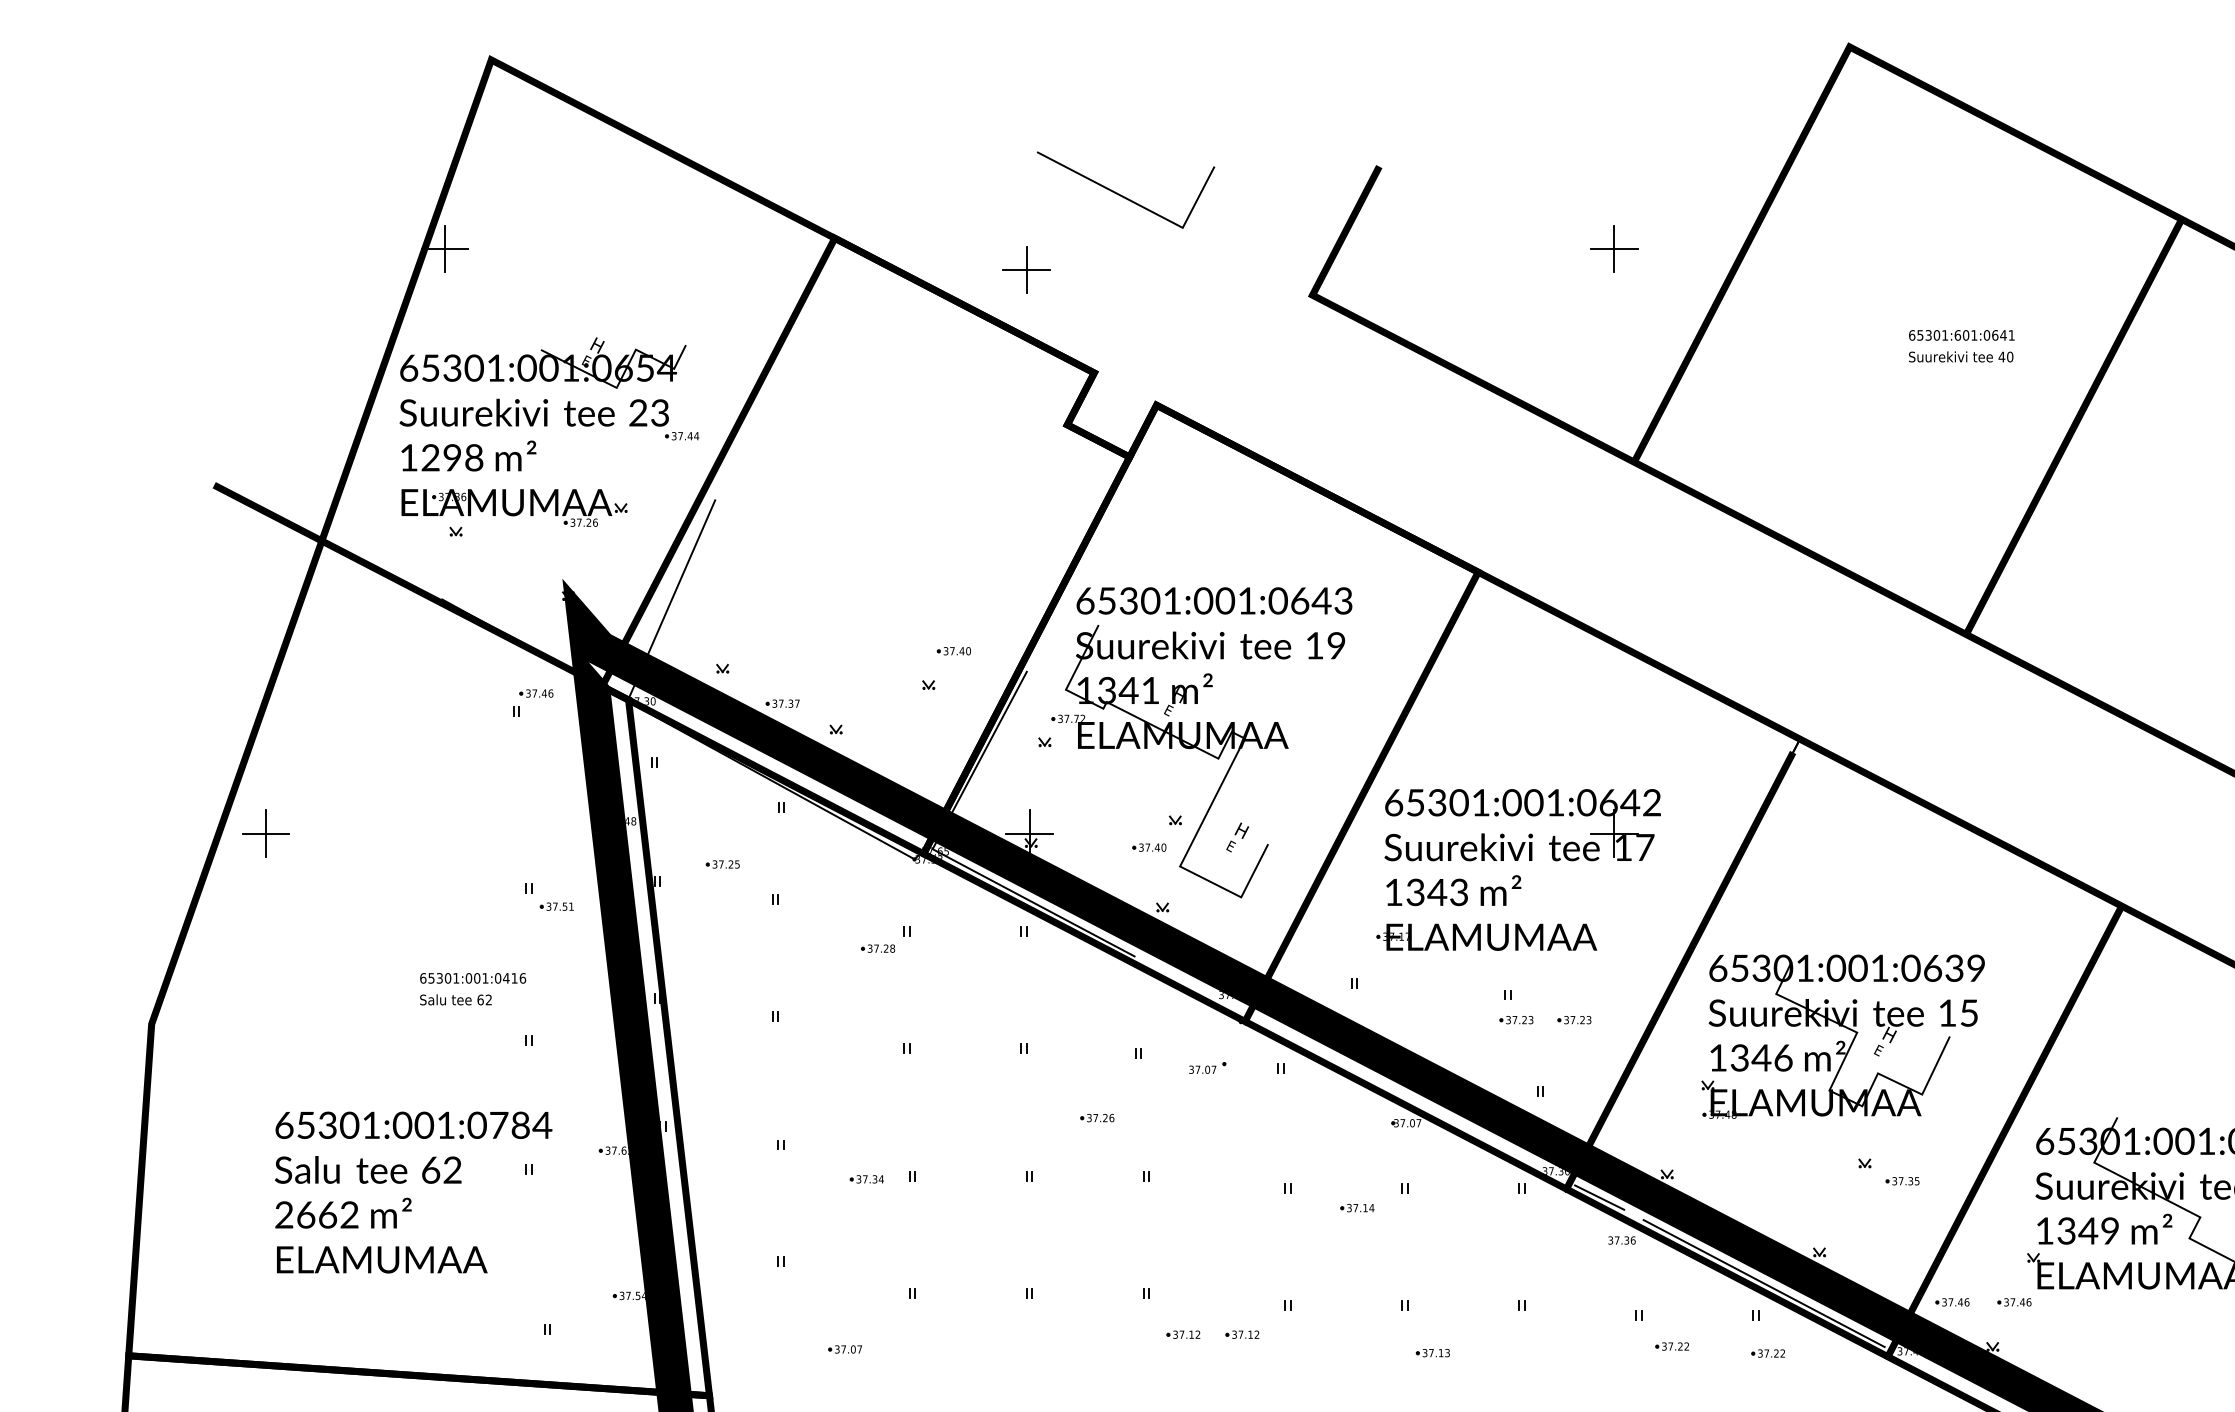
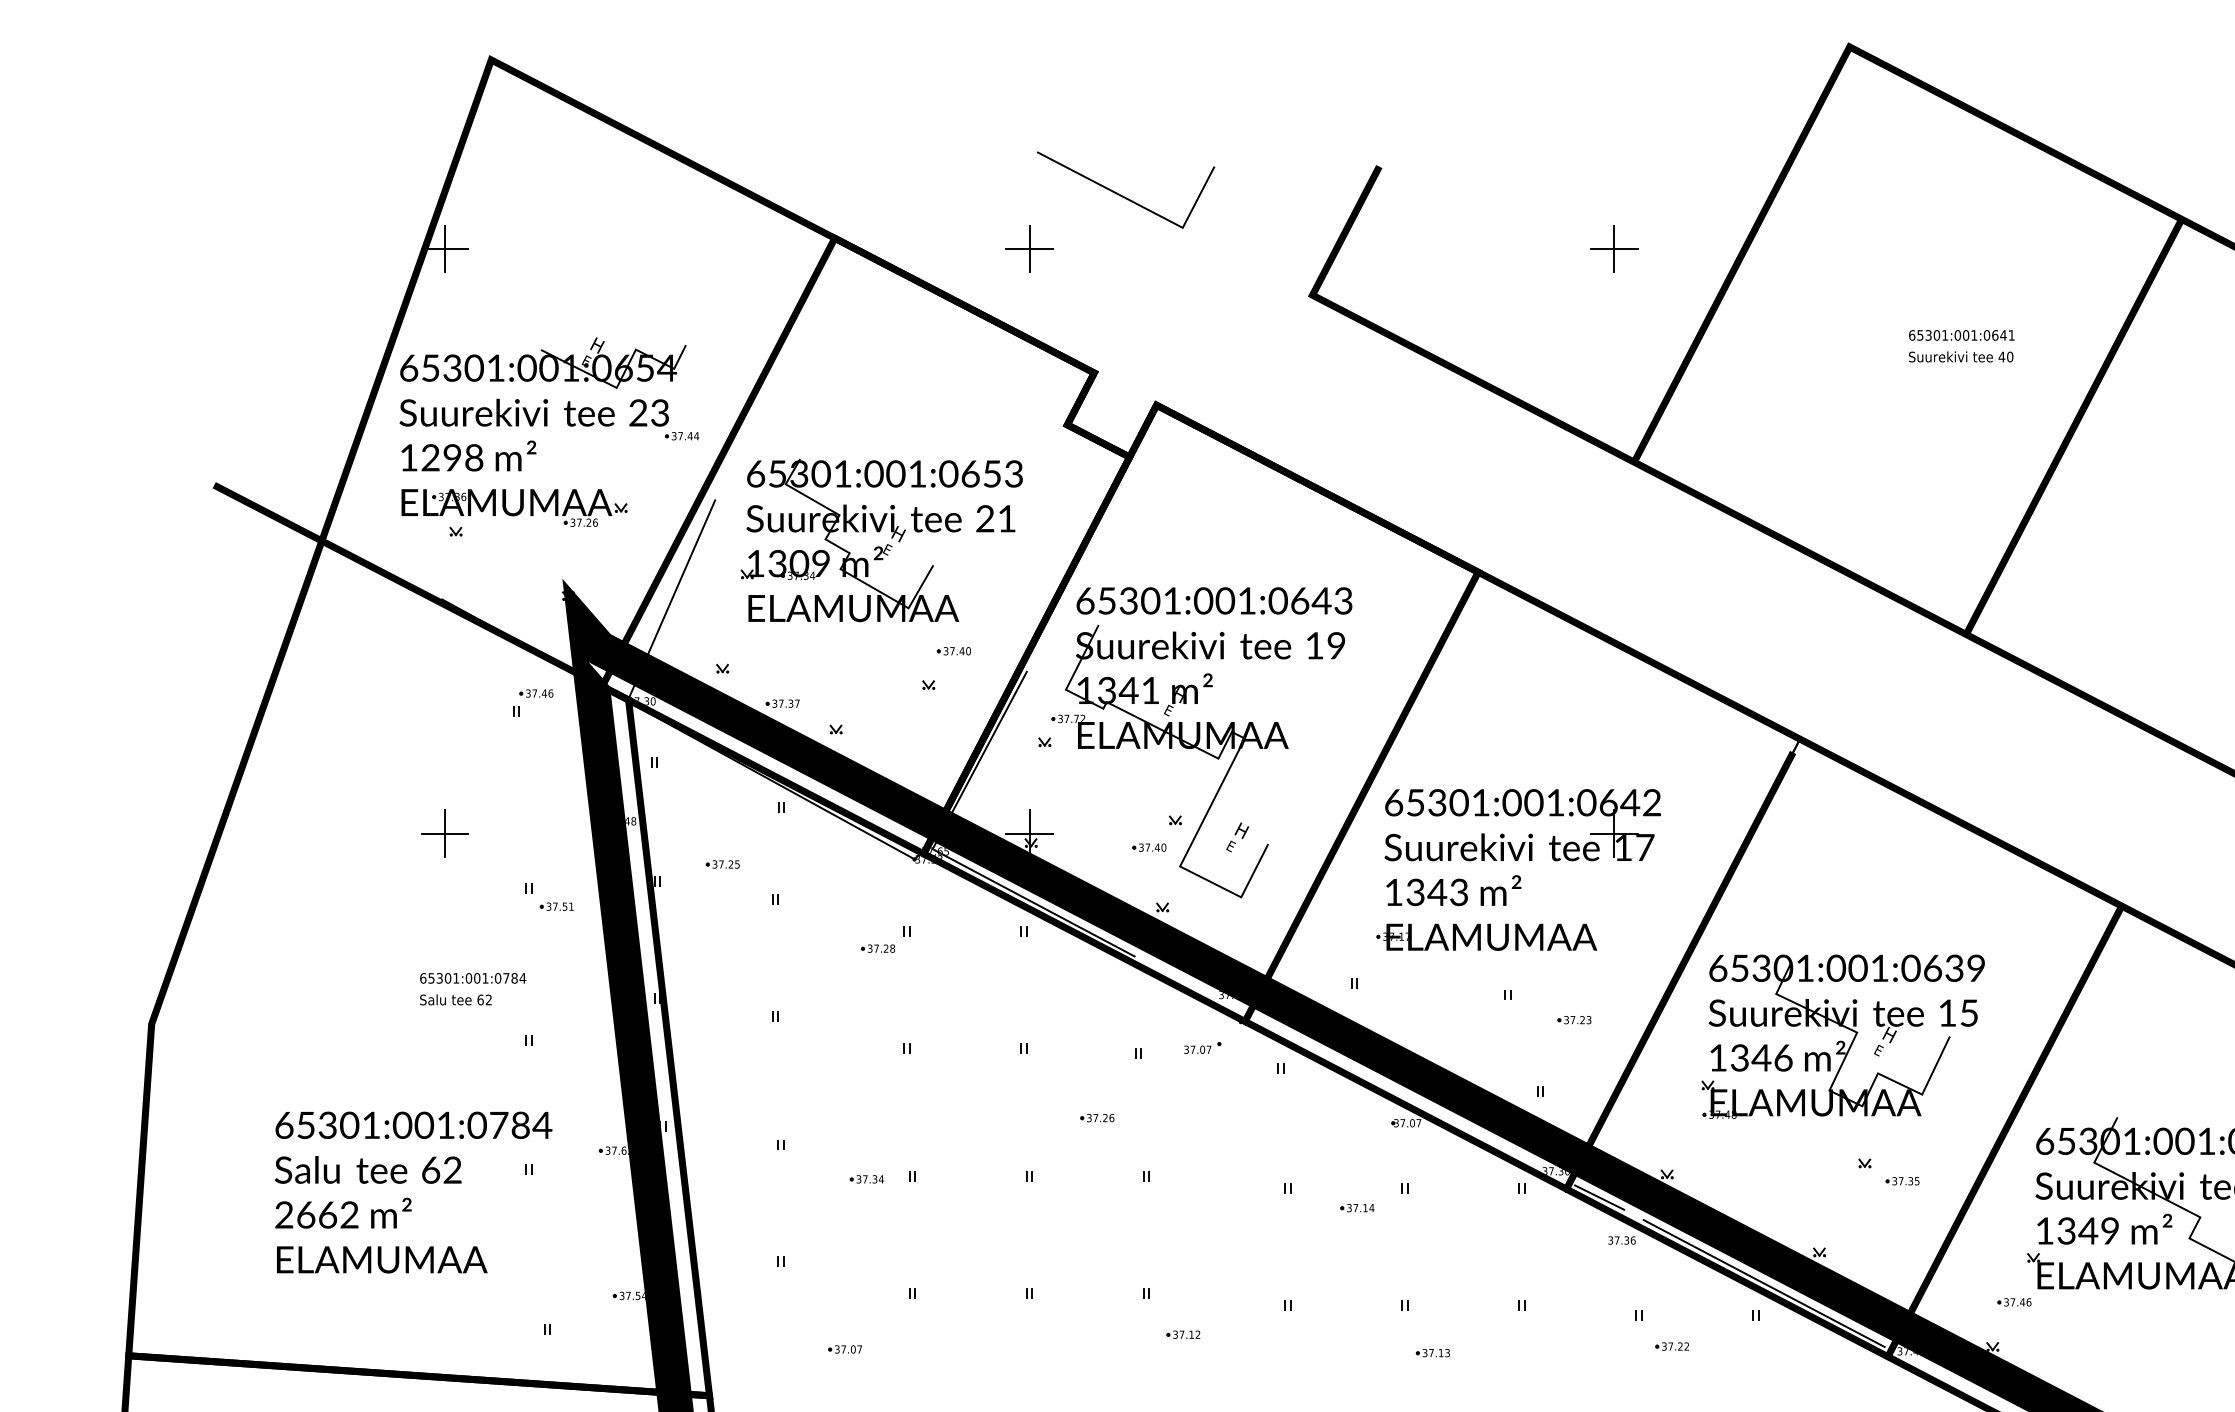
part at (1026, 269) position: (1026, 269) -> (1029, 248)
text at (1957, 335): 65301:601:0641 -> 65301:001:0641
part at (880, 546): none -> present
part at (265, 833) position: (265, 833) -> (444, 833)
text at (514, 978): 65301:001:0416 -> 65301:001:0784
part at (1516, 1020): present -> none
part at (1207, 1067) position: (1207, 1067) -> (1202, 1047)
part at (1952, 1302): present -> none
part at (1242, 1334): present -> none
part at (1767, 1353): present -> none
